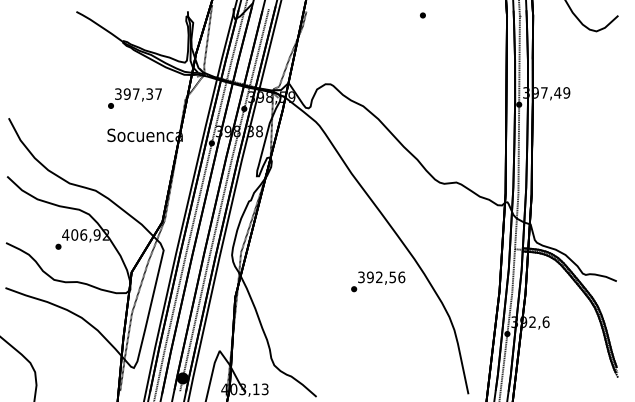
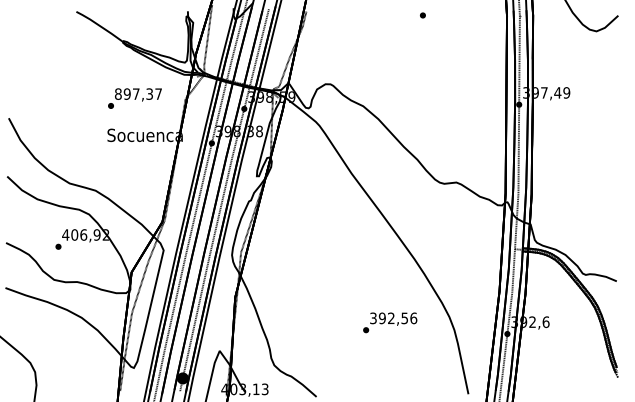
text at (118, 93): 397,37 -> 897,37
text at (378, 281) position: (378, 281) -> (390, 322)
